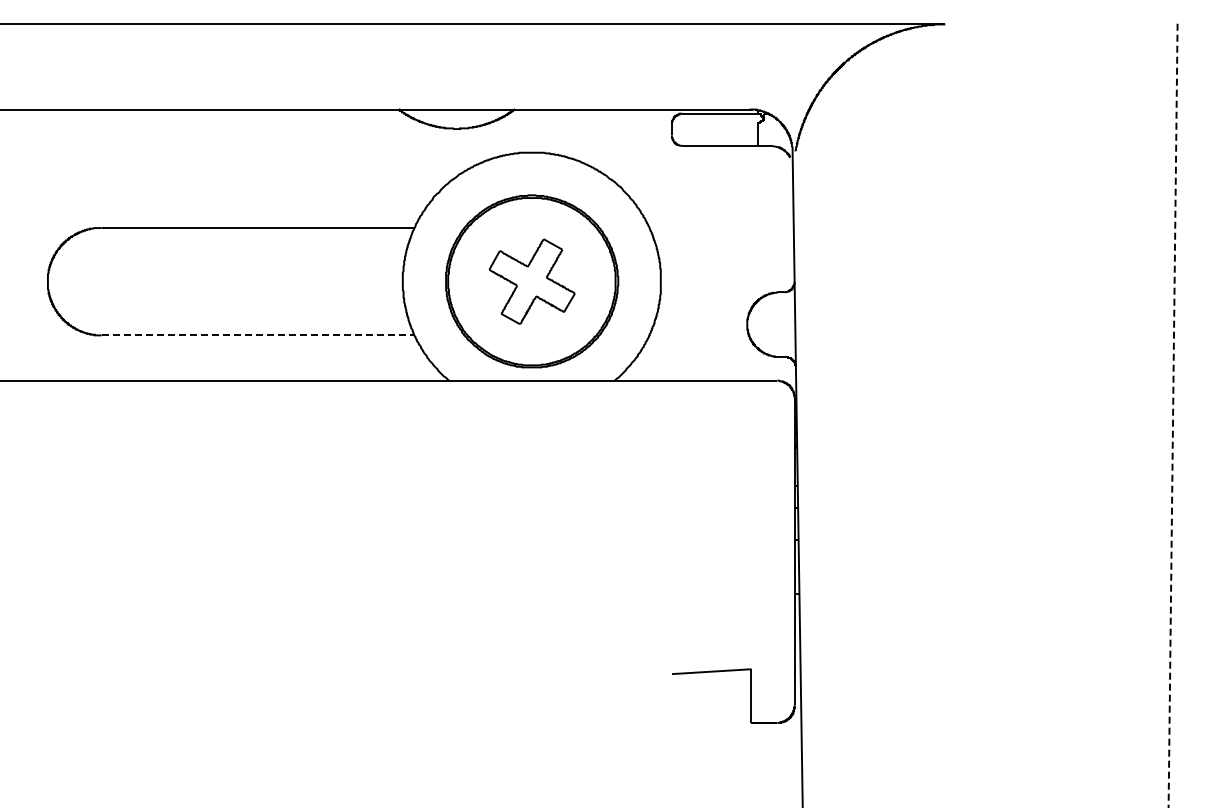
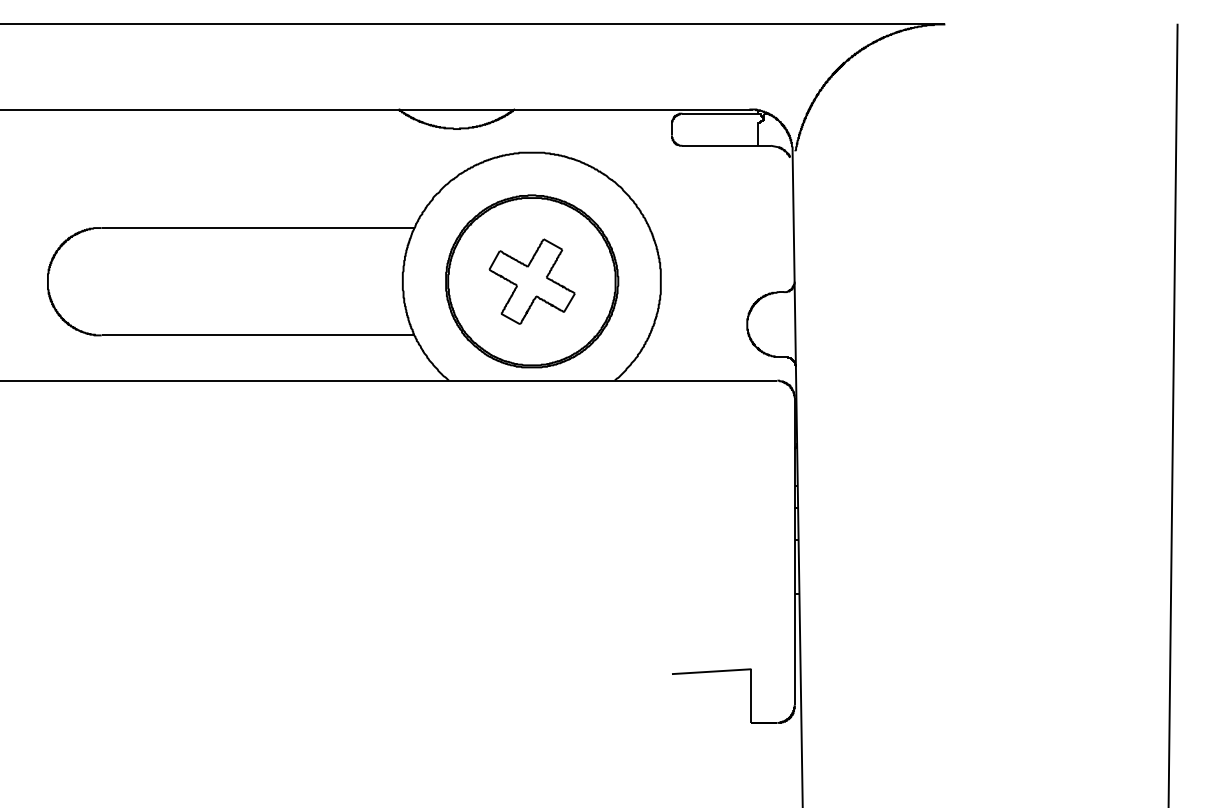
line at (258, 335): dashed -> solid
line at (1173, 415): dashed -> solid
